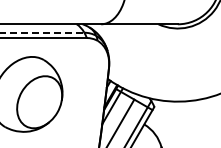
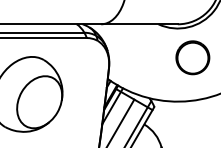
line at (42, 32): dashed -> solid
part at (192, 57): none -> present
